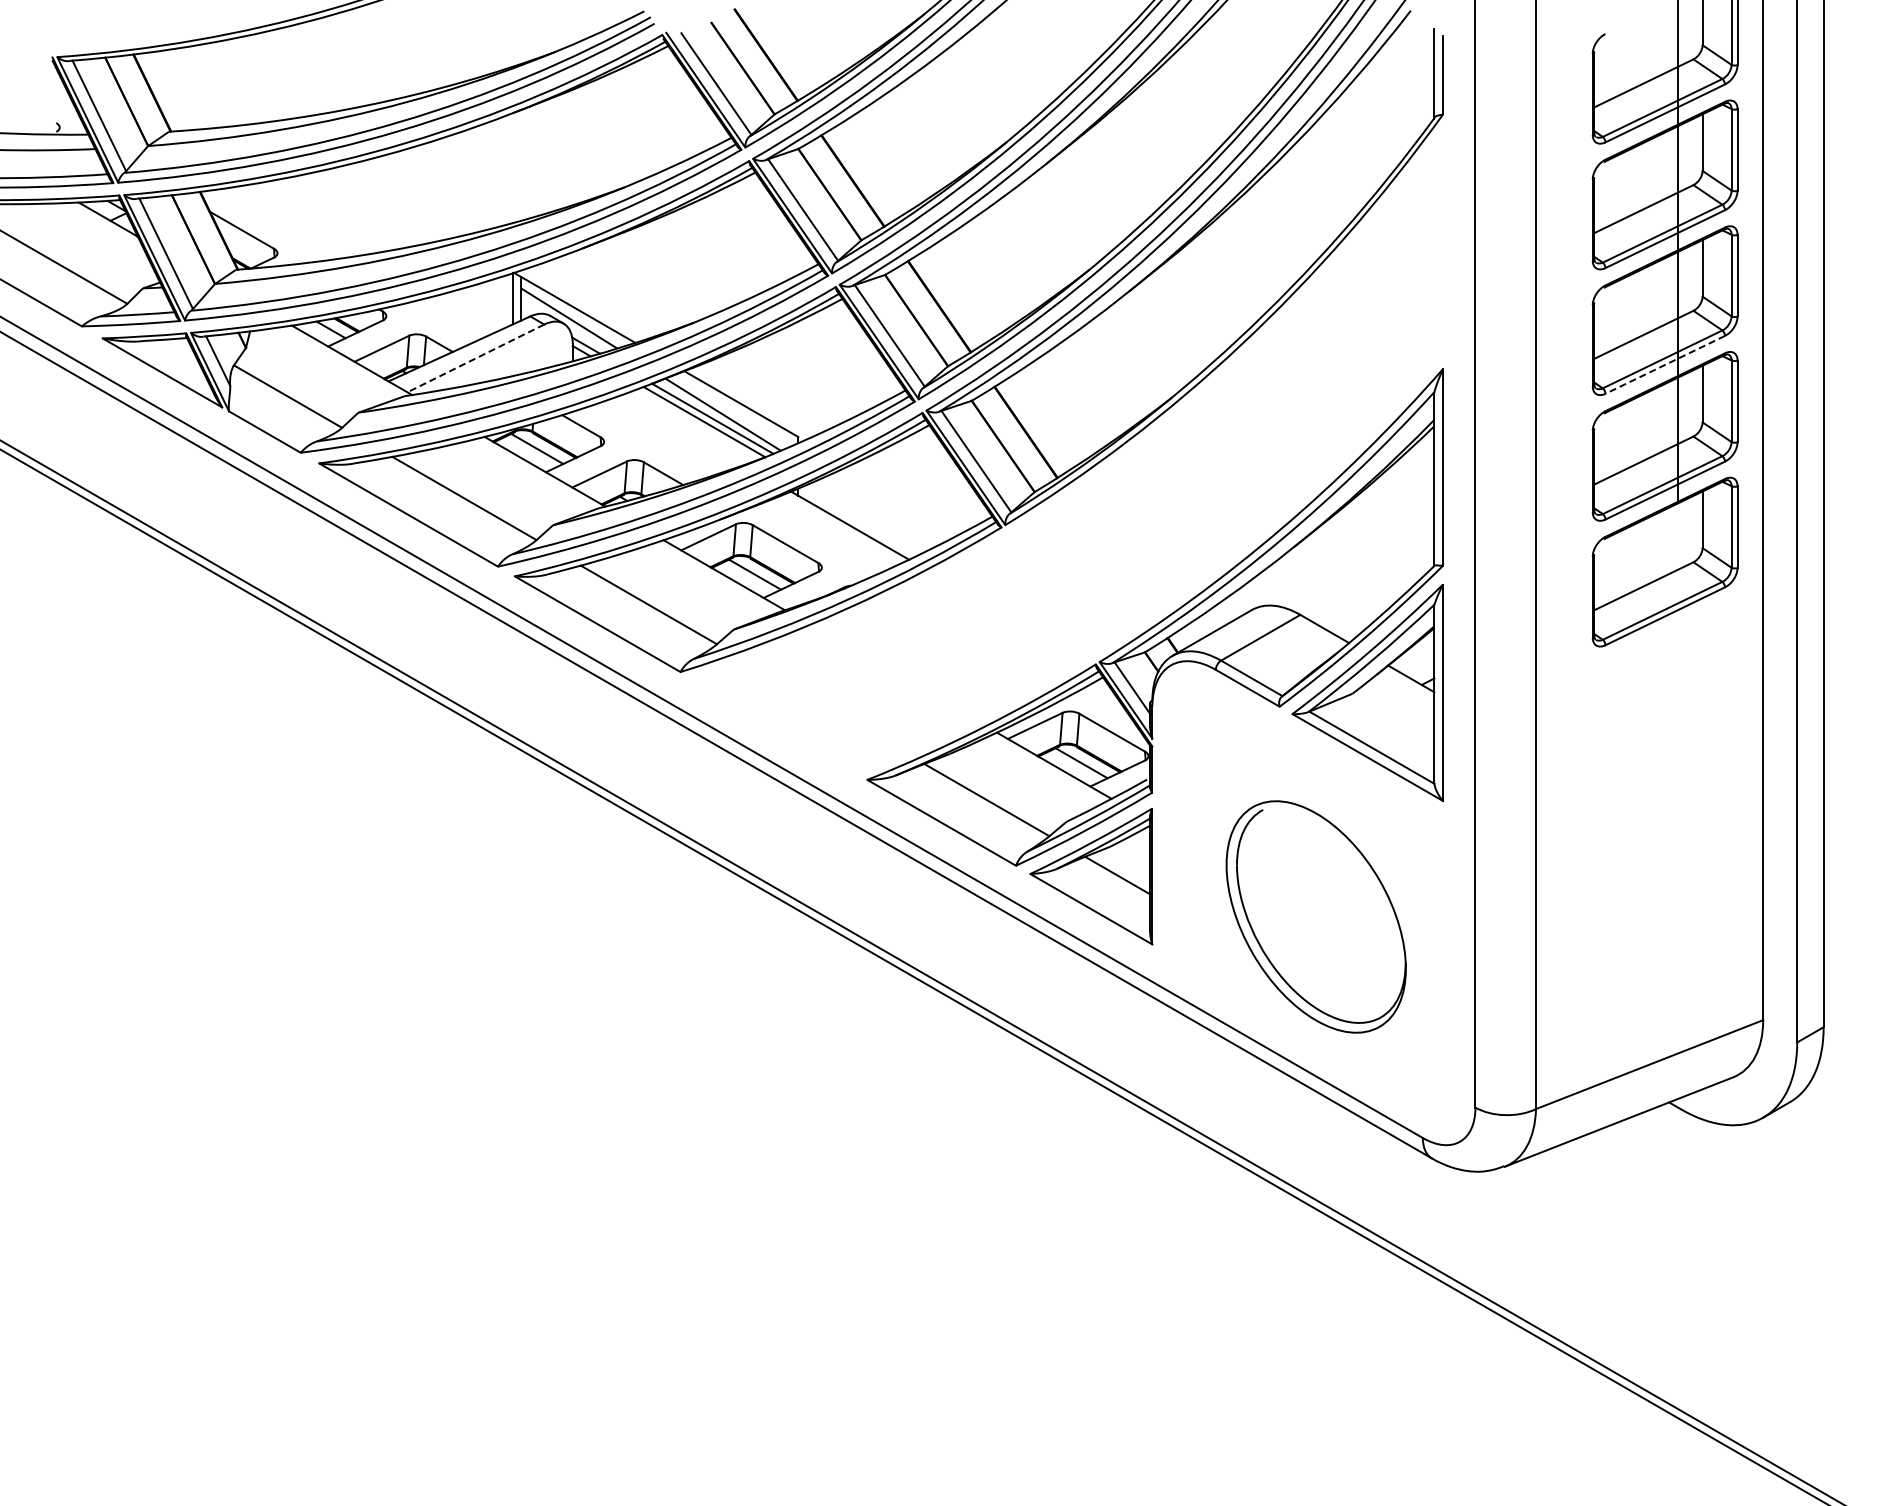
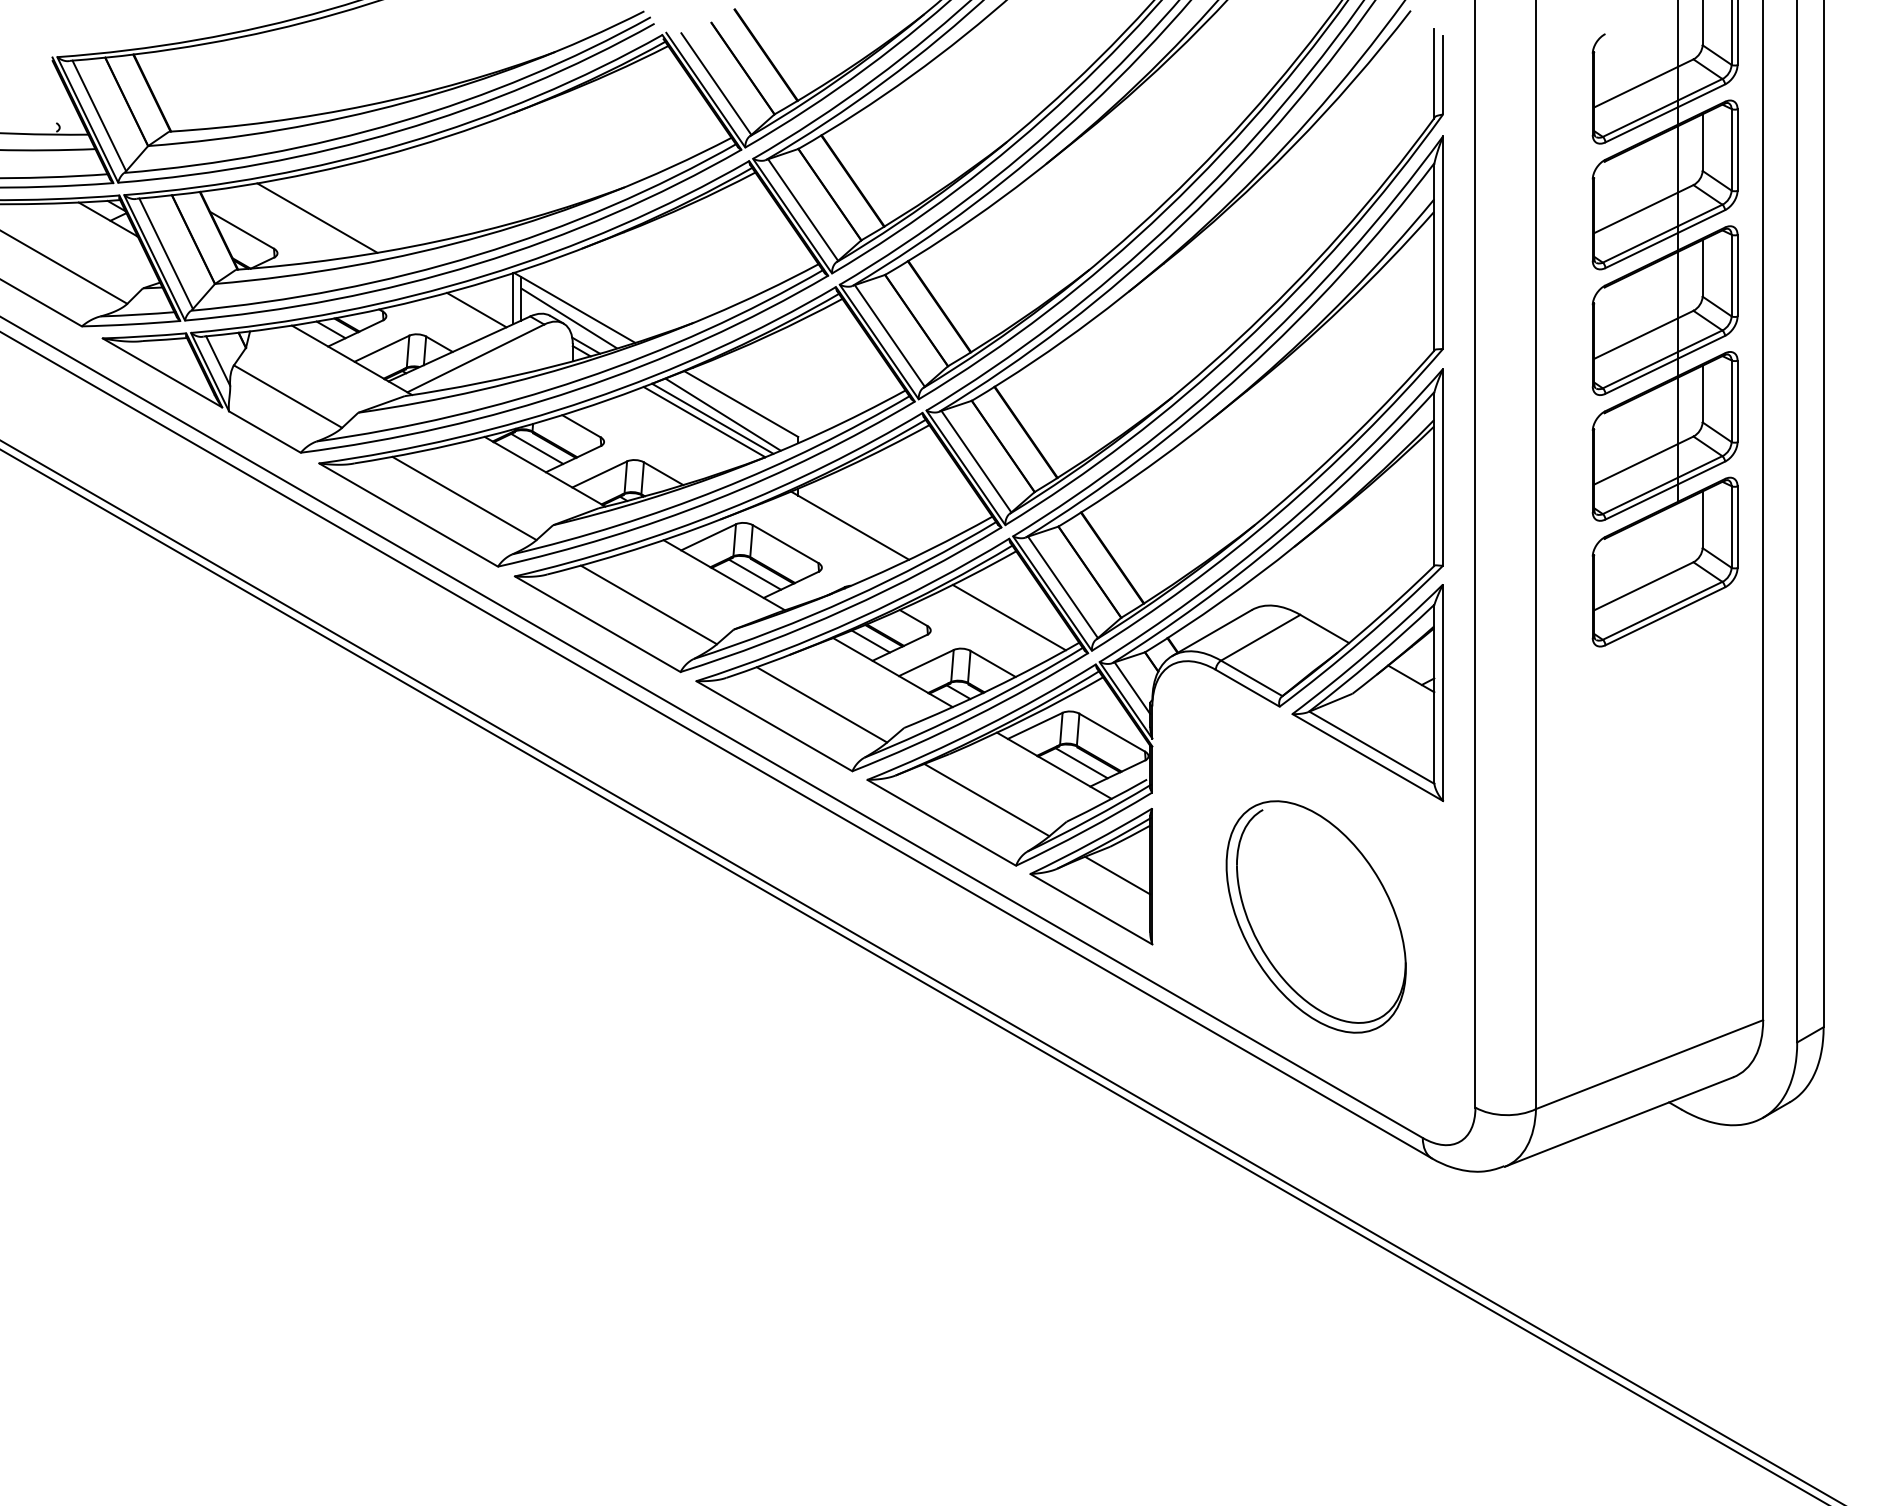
line at (317, 217): none -> present
line at (476, 309): none -> present
line at (475, 358): dashed -> solid
line at (1664, 365): dashed -> solid
part at (1092, 482): none -> present
